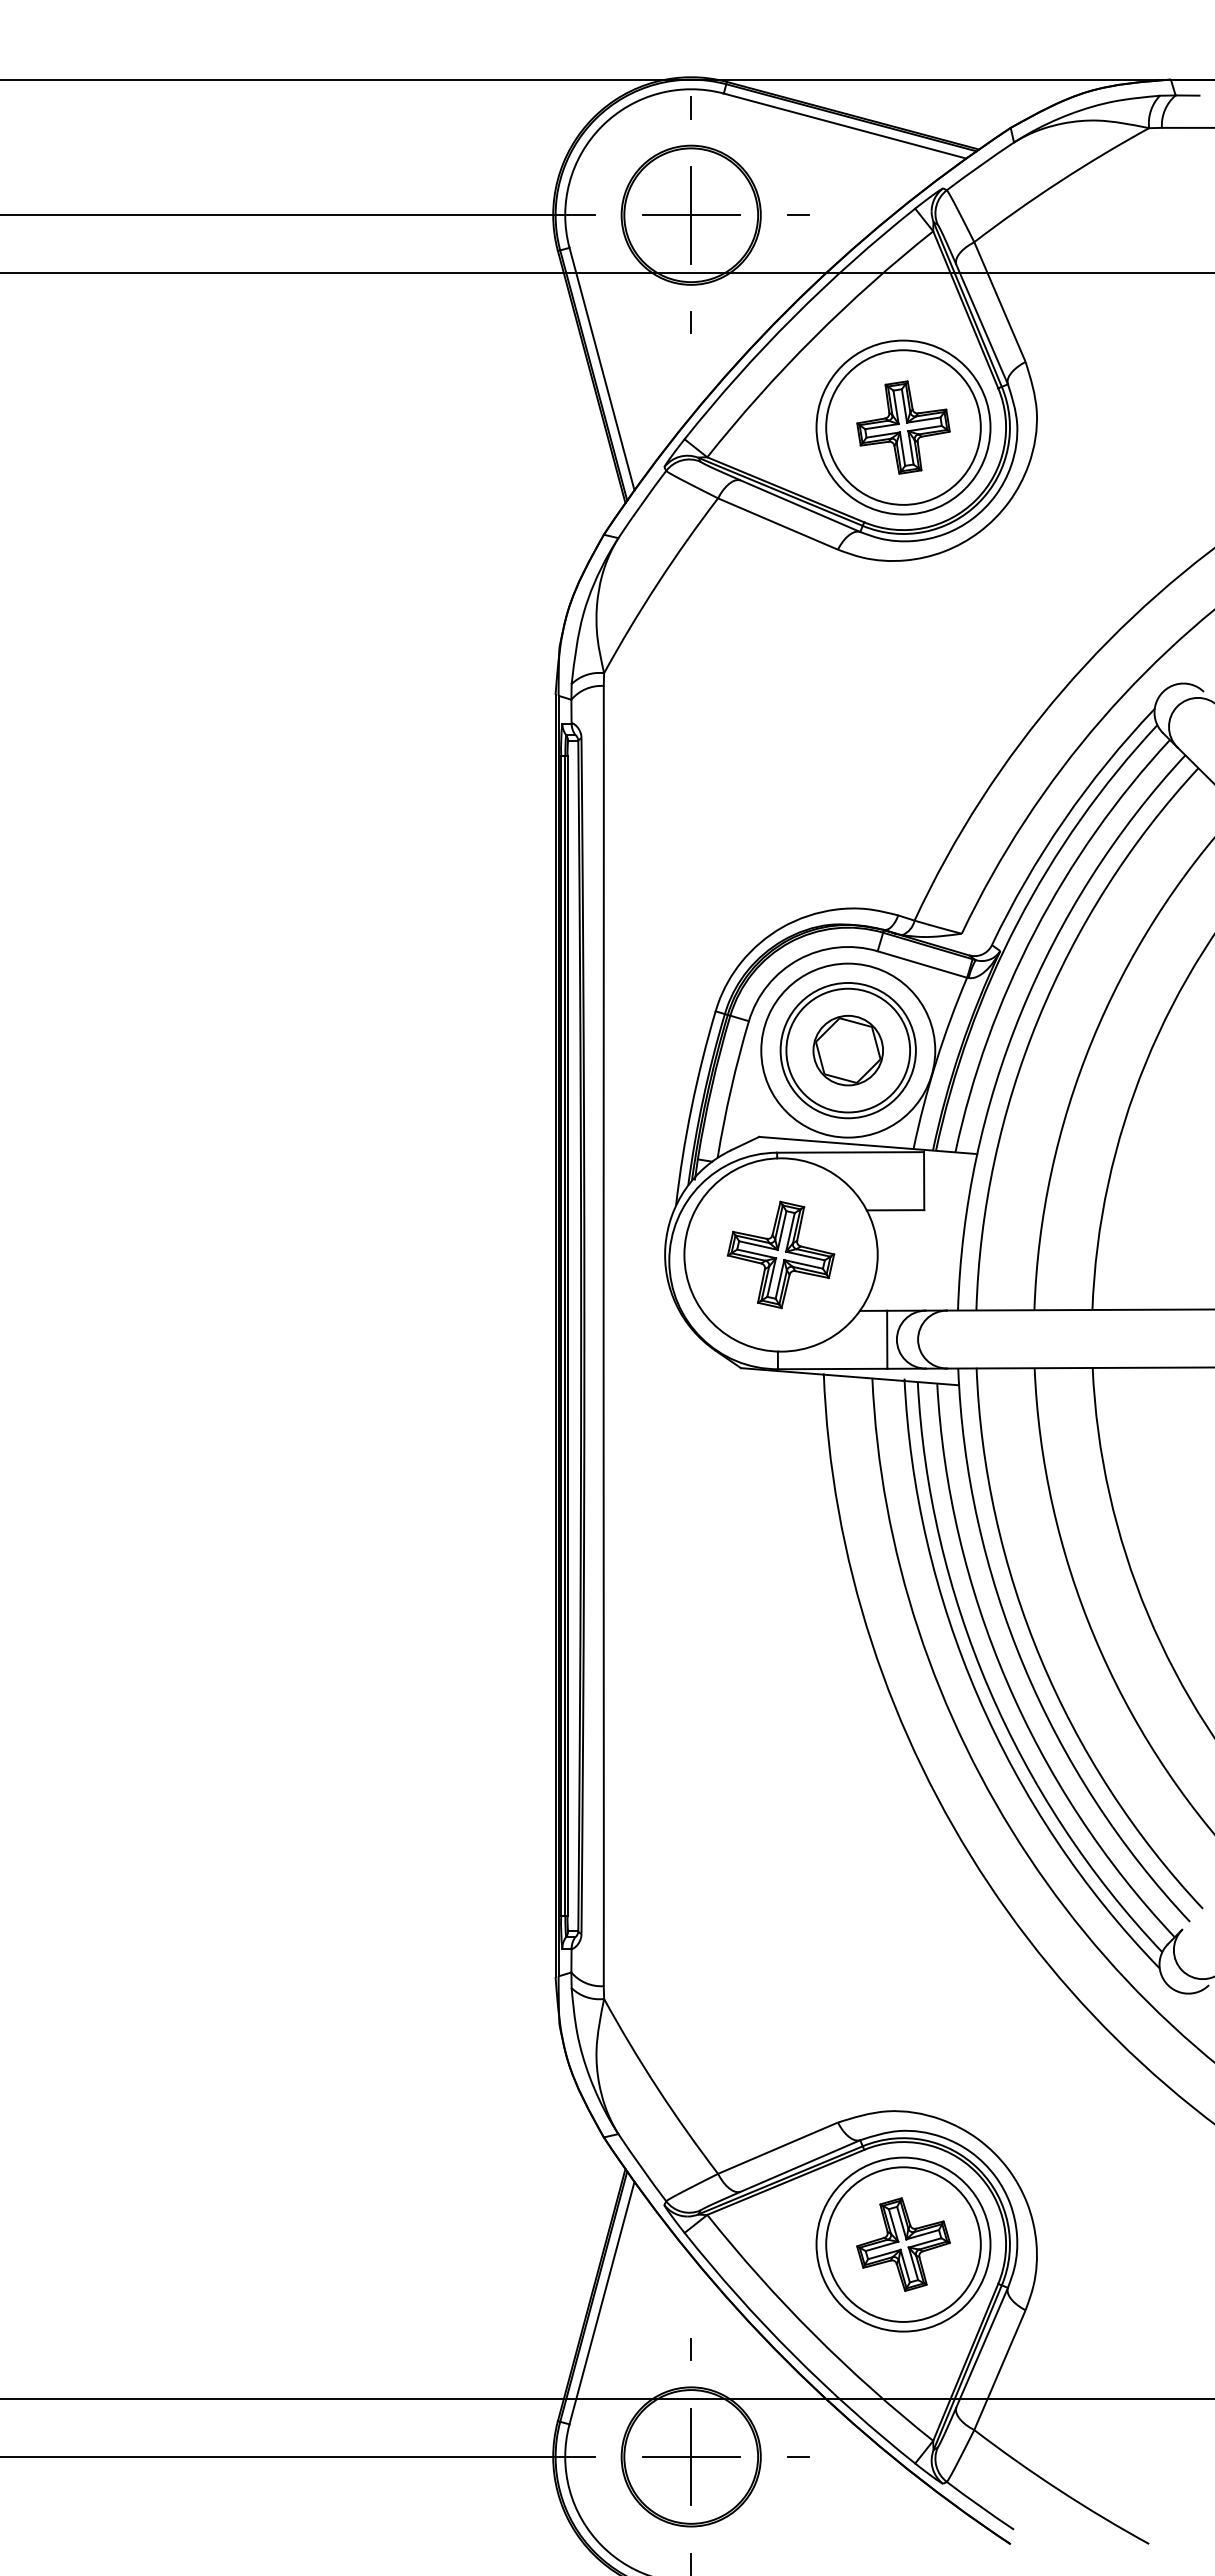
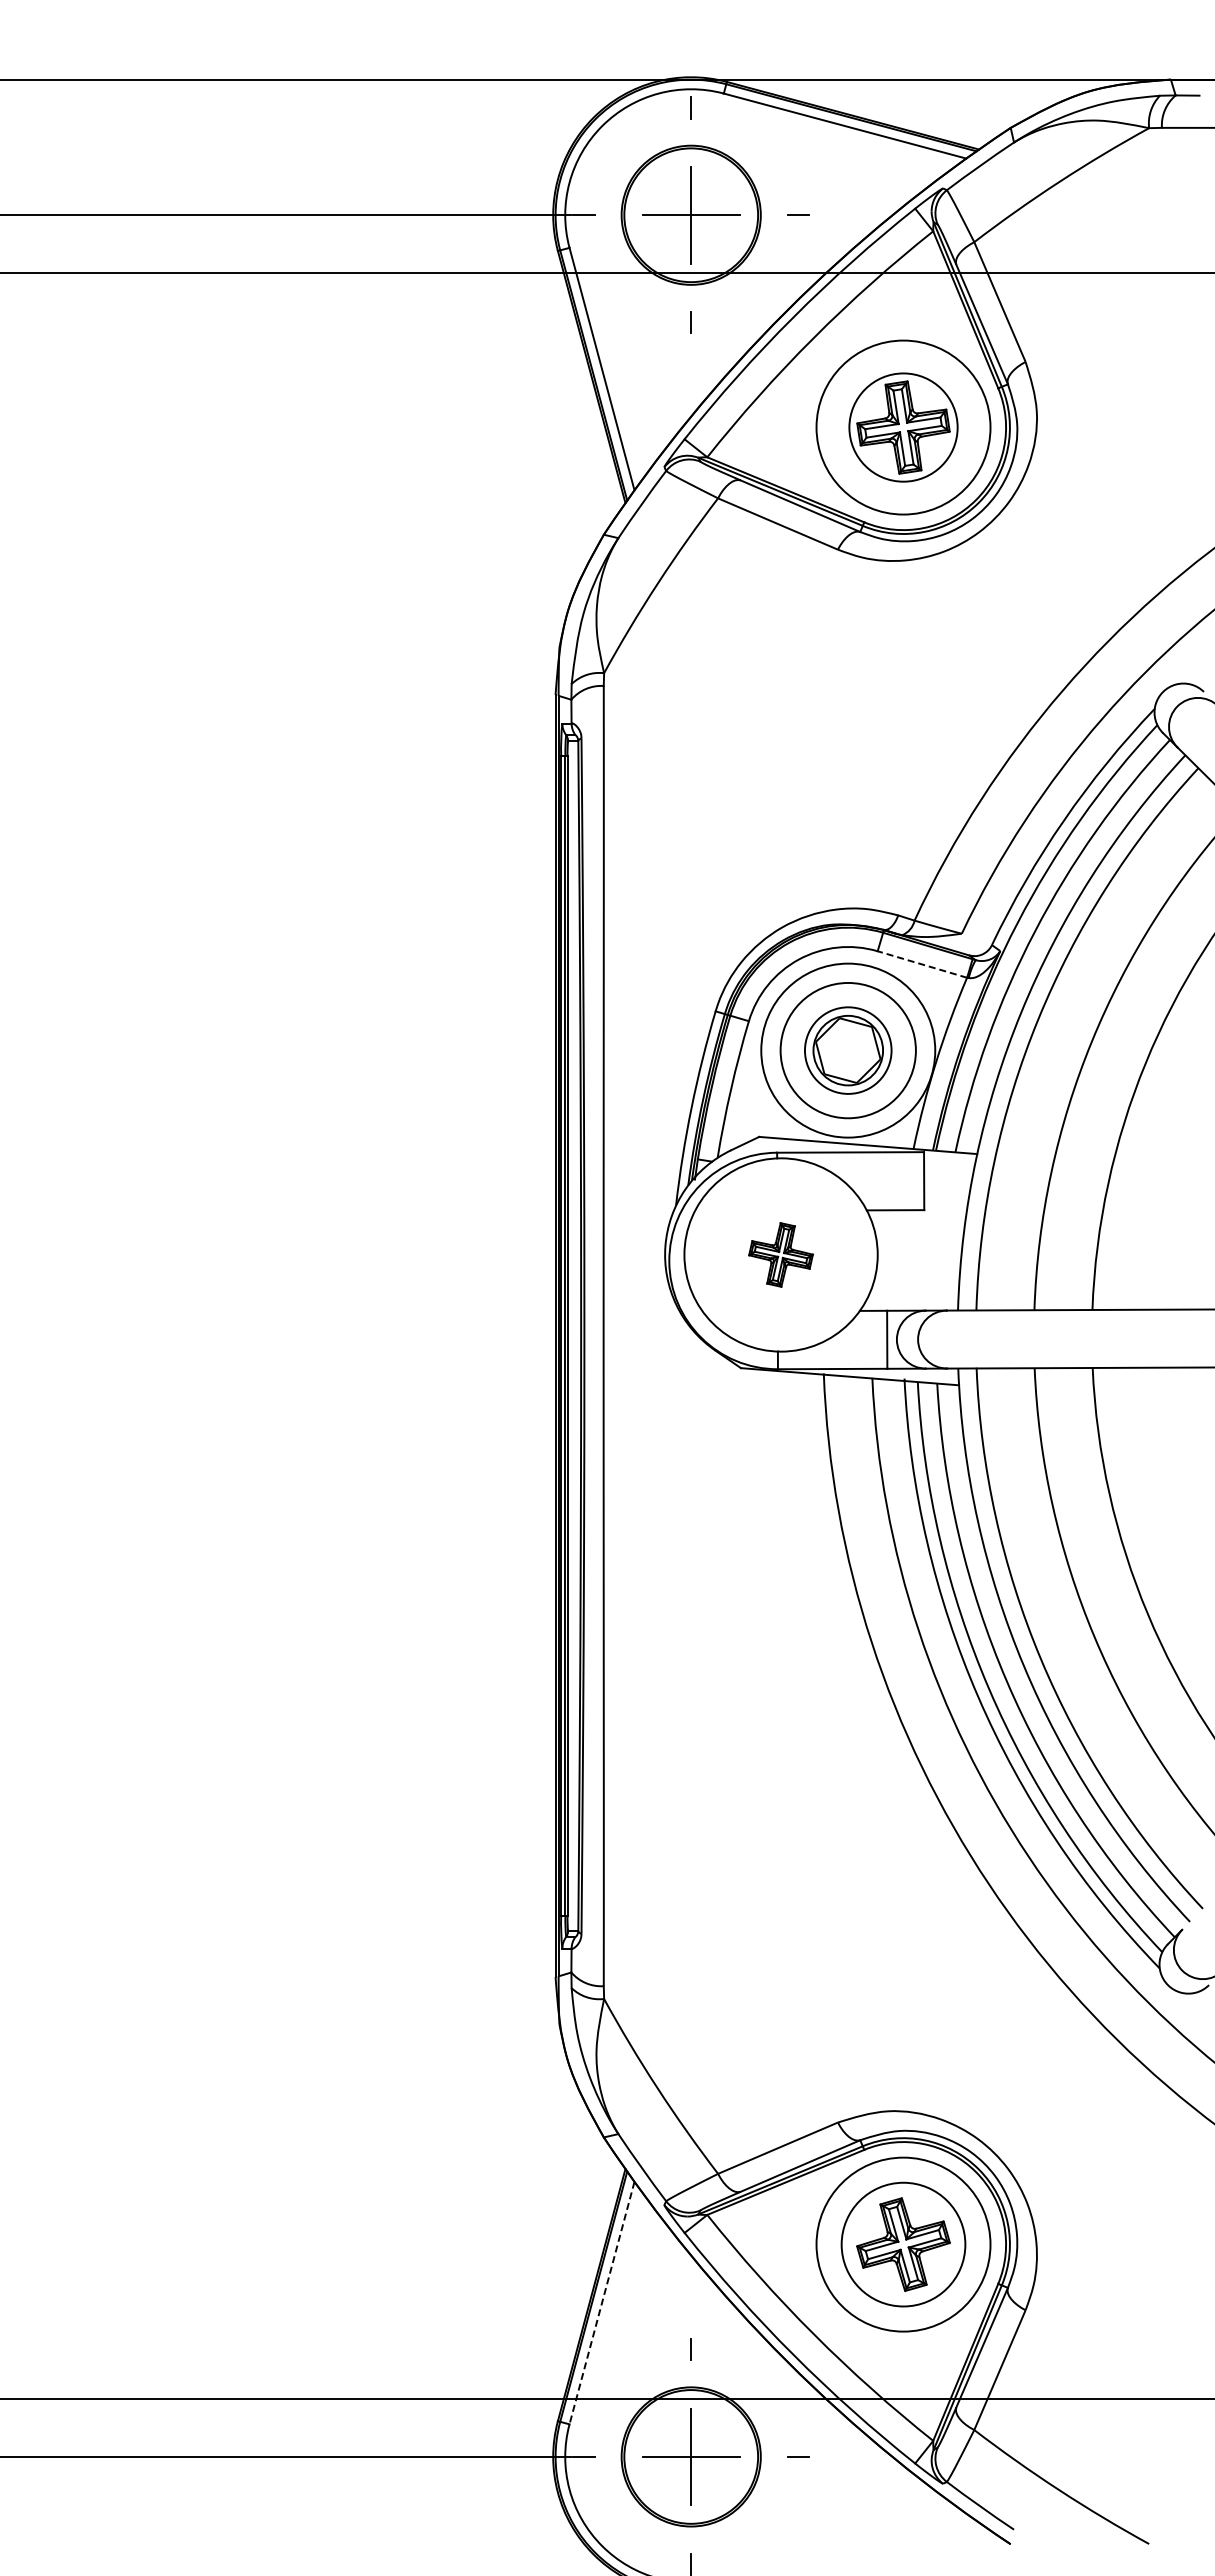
circle at (903, 427) diameter: 155 px -> 108 px
line at (922, 964): solid -> dashed
circle at (848, 1050) diameter: 124 px -> 87 px
part at (780, 1254) size: 110x110 px -> 66x66 px
circle at (903, 2244) diameter: 155 px -> 124 px
line at (602, 2303): solid -> dashed
